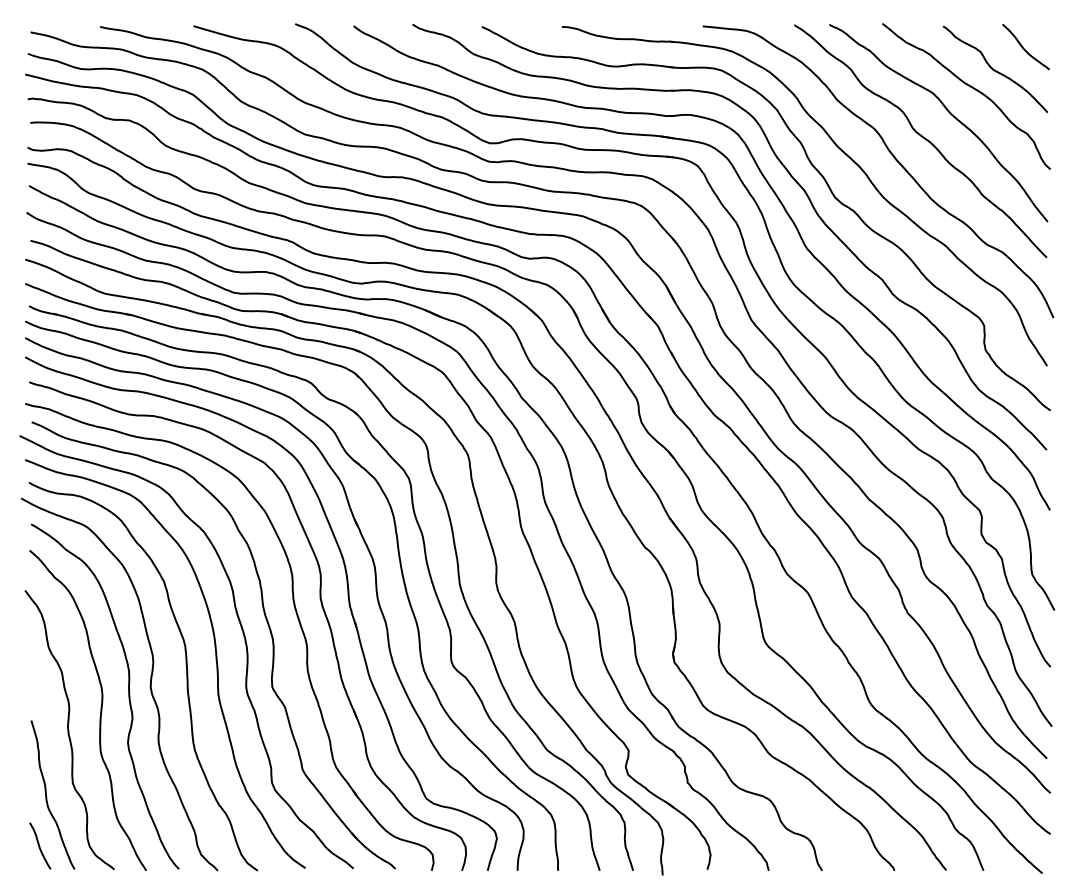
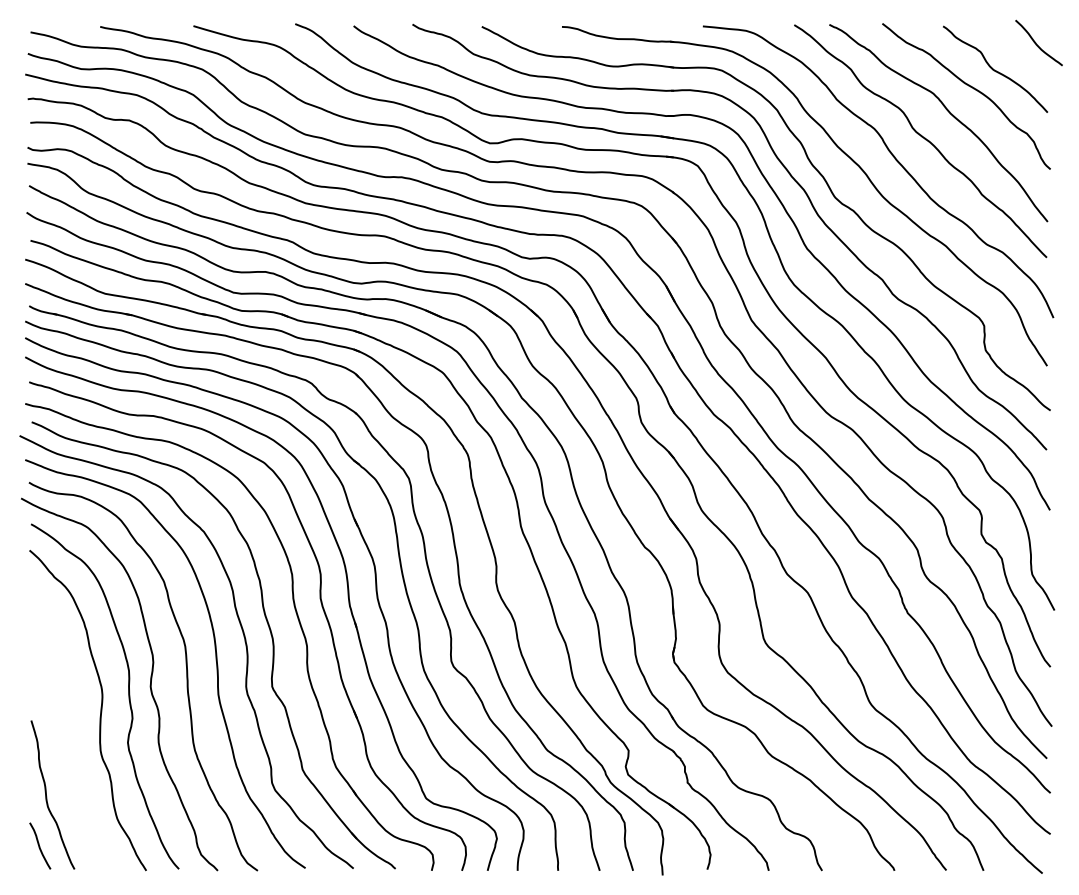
curve at (1023, 46) position: (1023, 46) -> (1036, 42)
curve at (69, 730): present -> none
